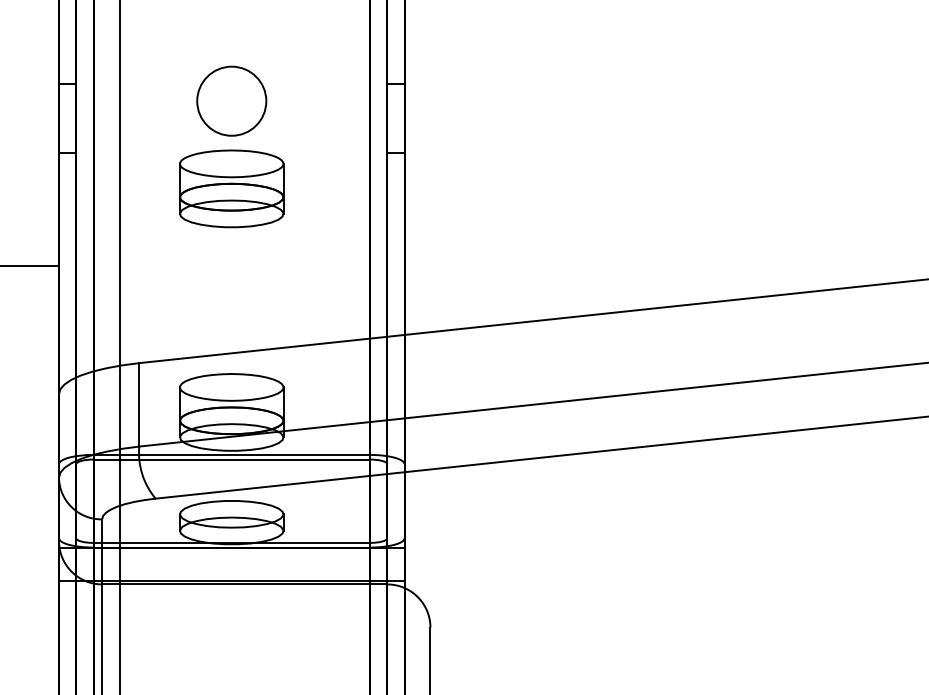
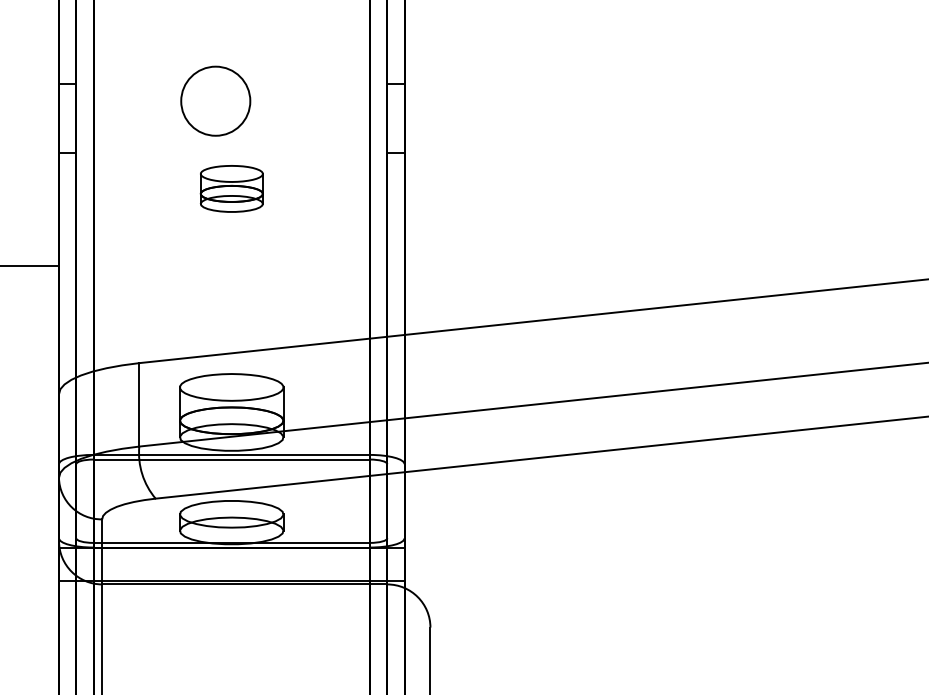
circle at (231, 100) position: (231, 100) -> (215, 100)
part at (231, 188) size: 106x80 px -> 65x48 px
line at (119, 346): present -> none
